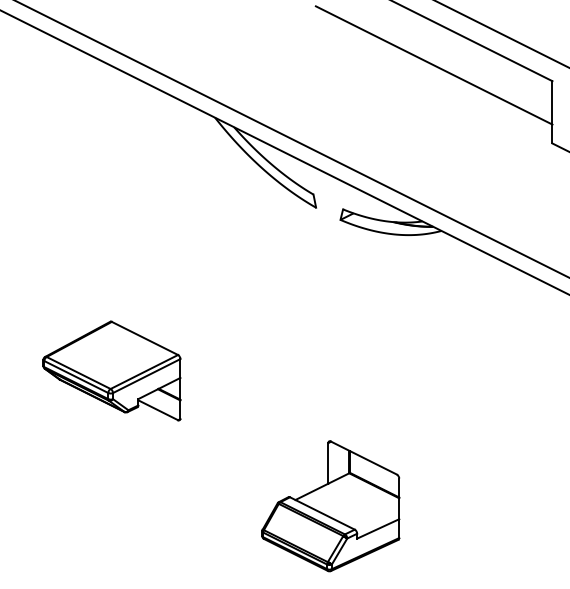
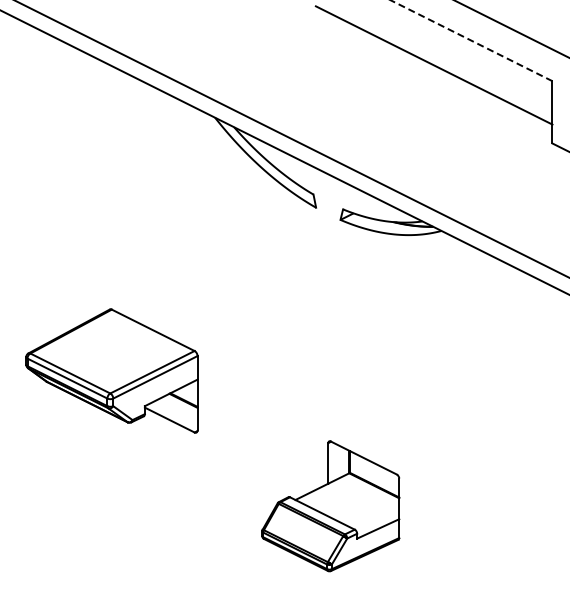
line at (502, 34) position: (502, 34) -> (512, 29)
line at (471, 40): solid -> dashed
part at (111, 370) size: 140x102 px -> 174x126 px
